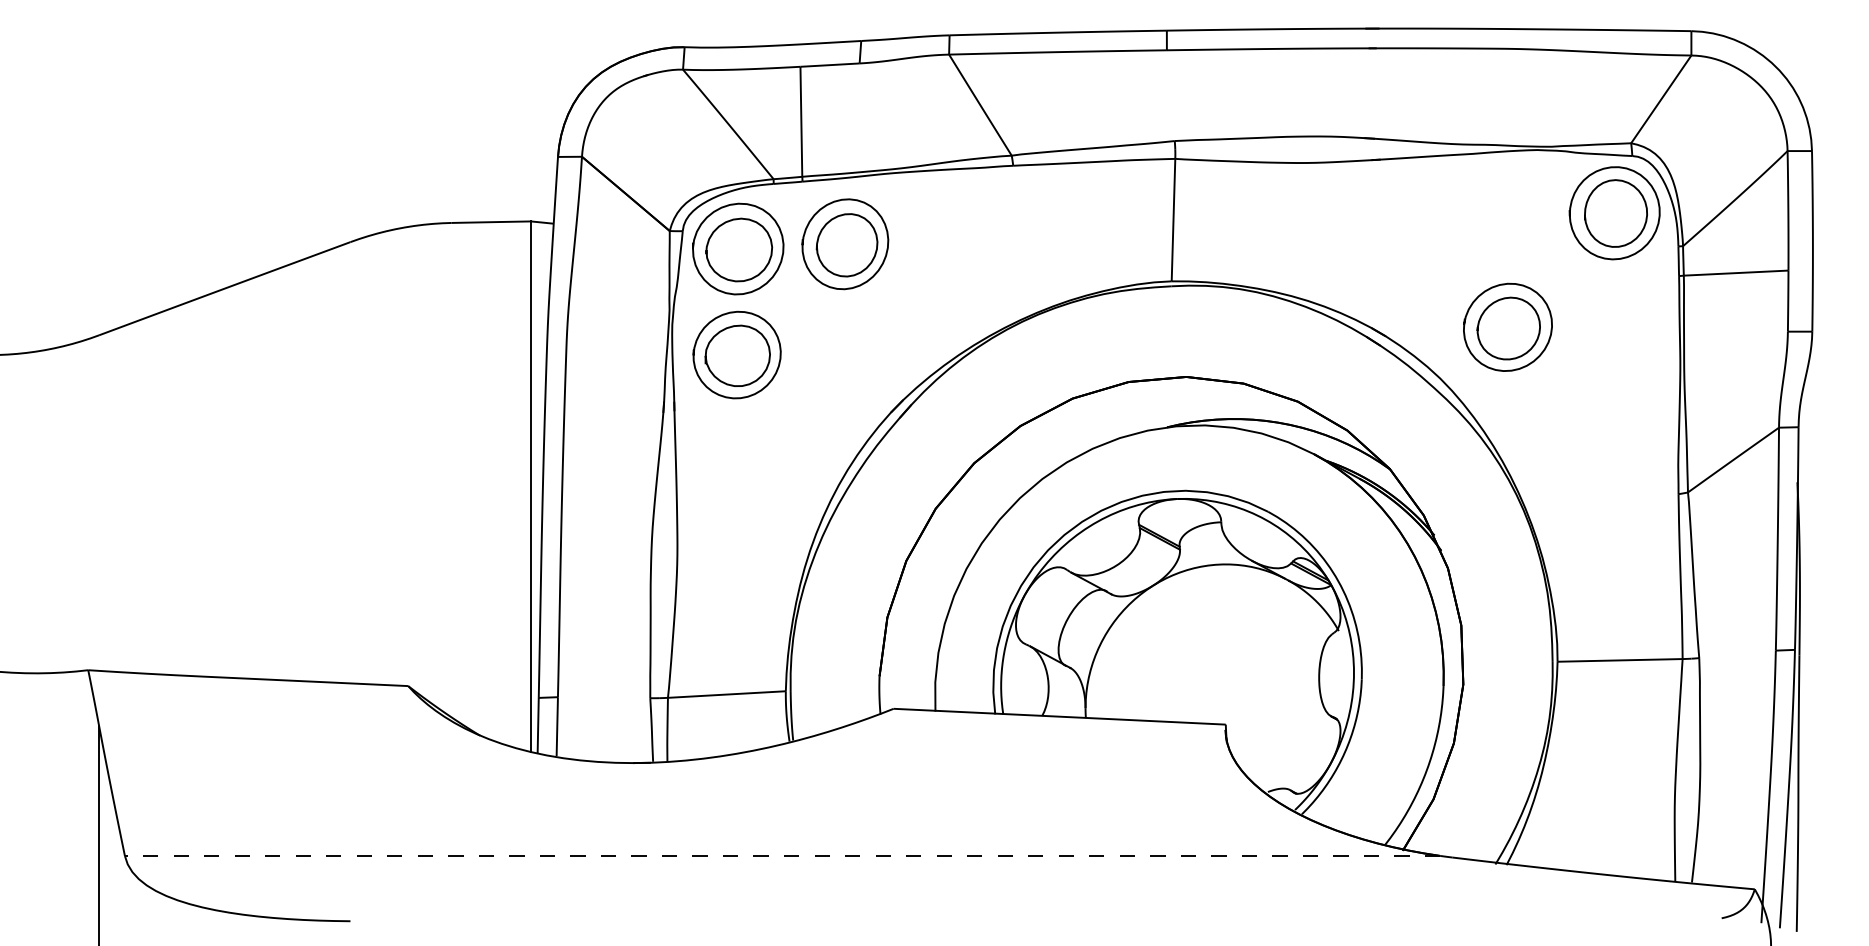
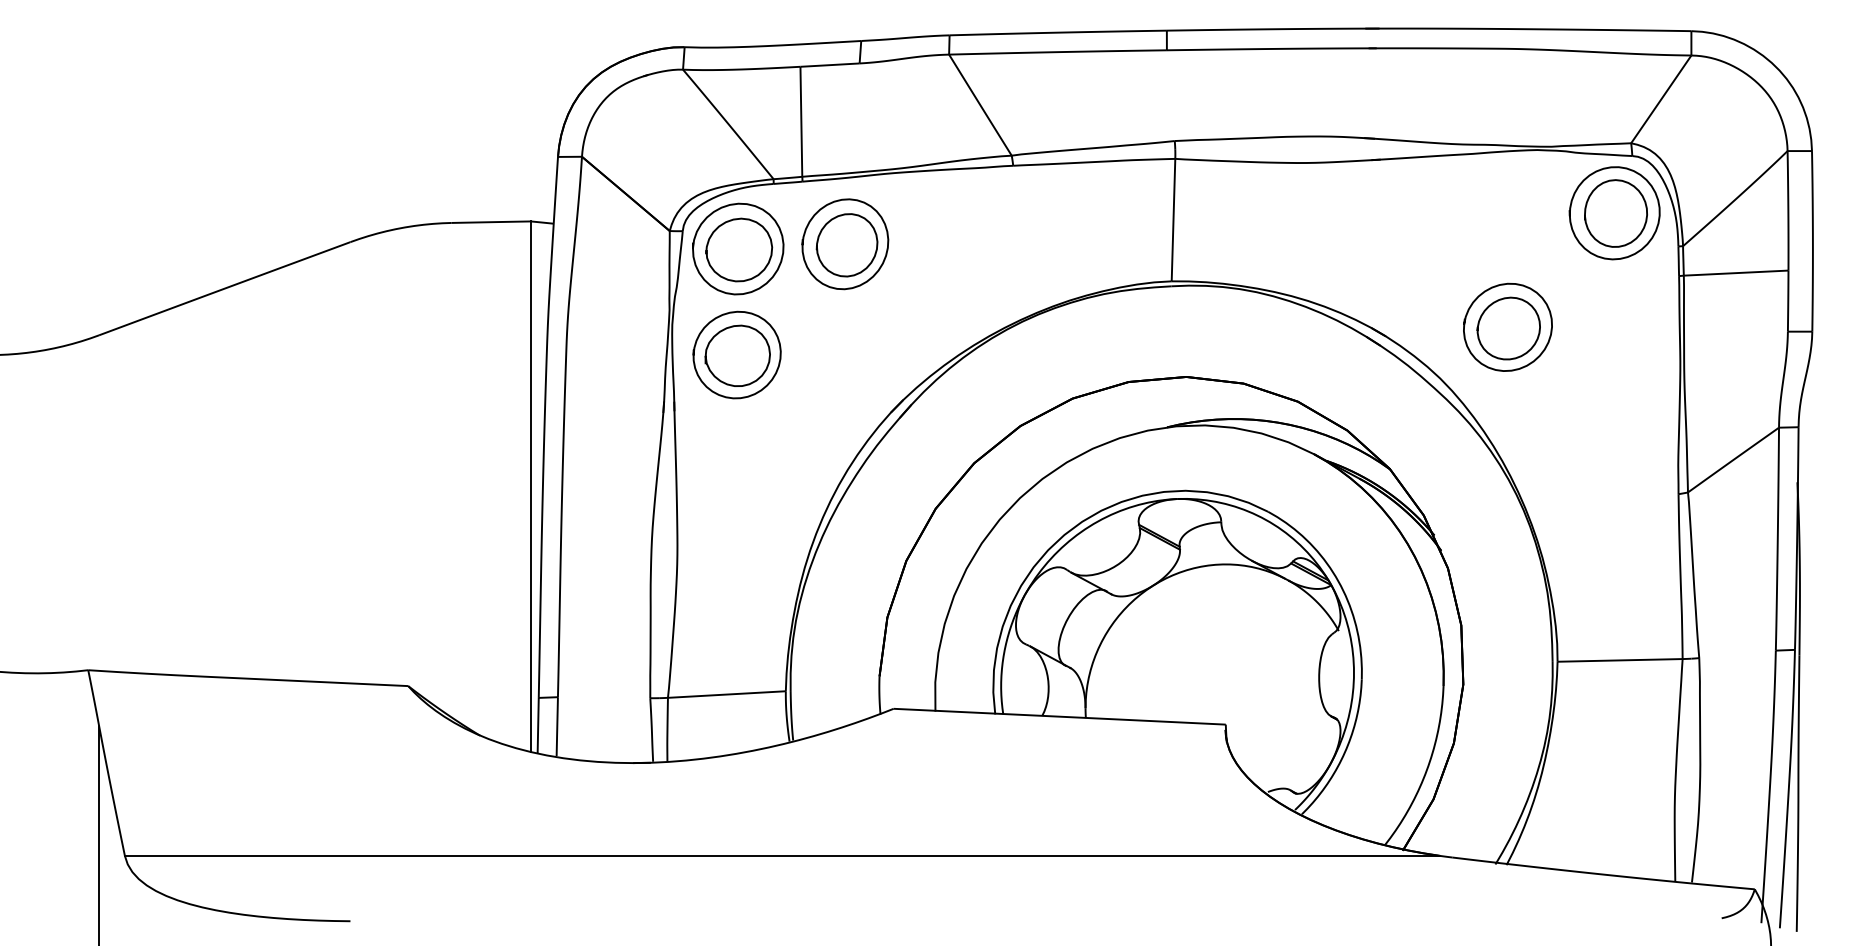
line at (782, 855): dashed -> solid
